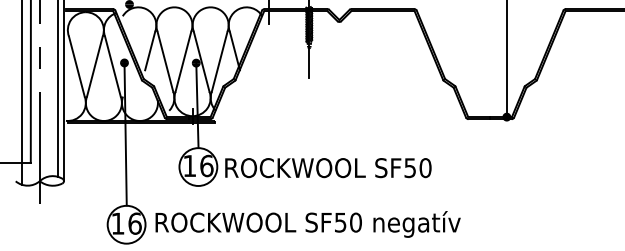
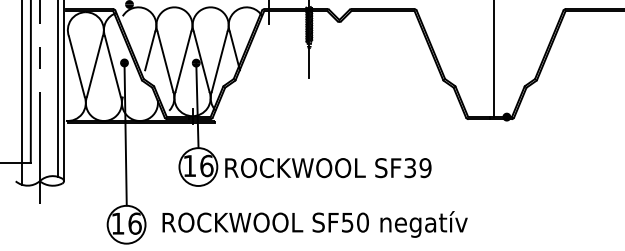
line at (507, 59) position: (507, 59) -> (494, 59)
text at (418, 168): SF50 -> SF39
text at (307, 224) position: (307, 224) -> (314, 224)
